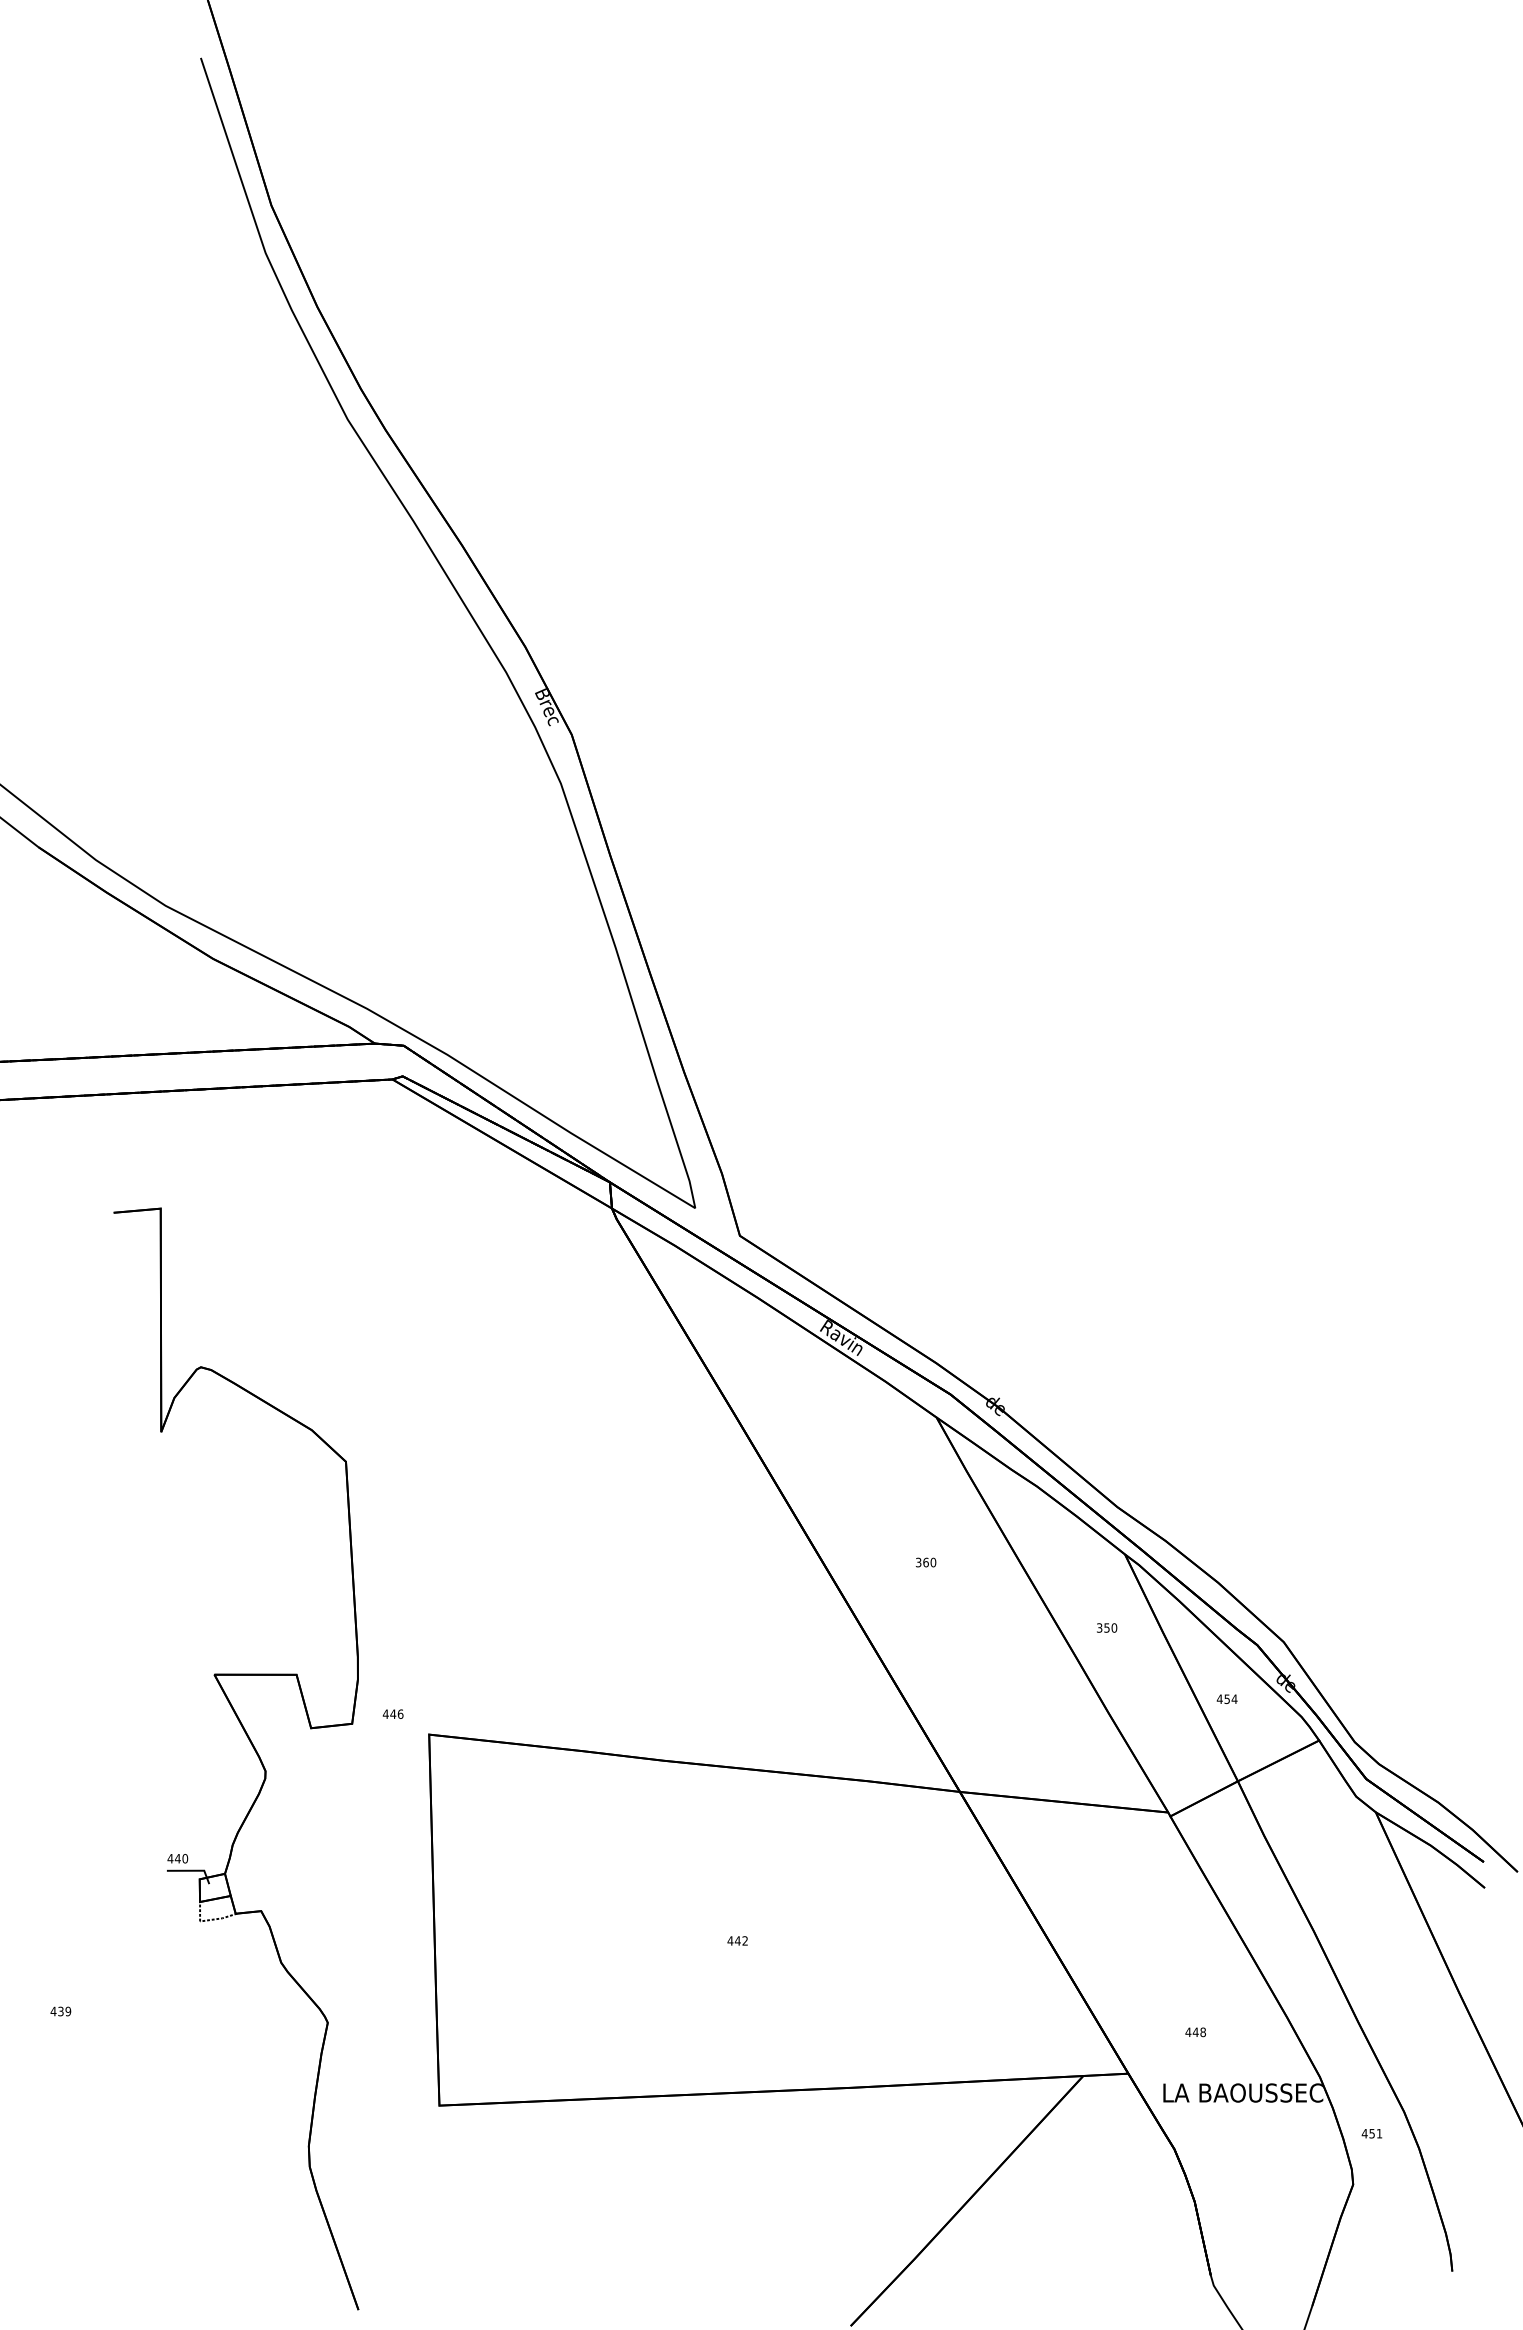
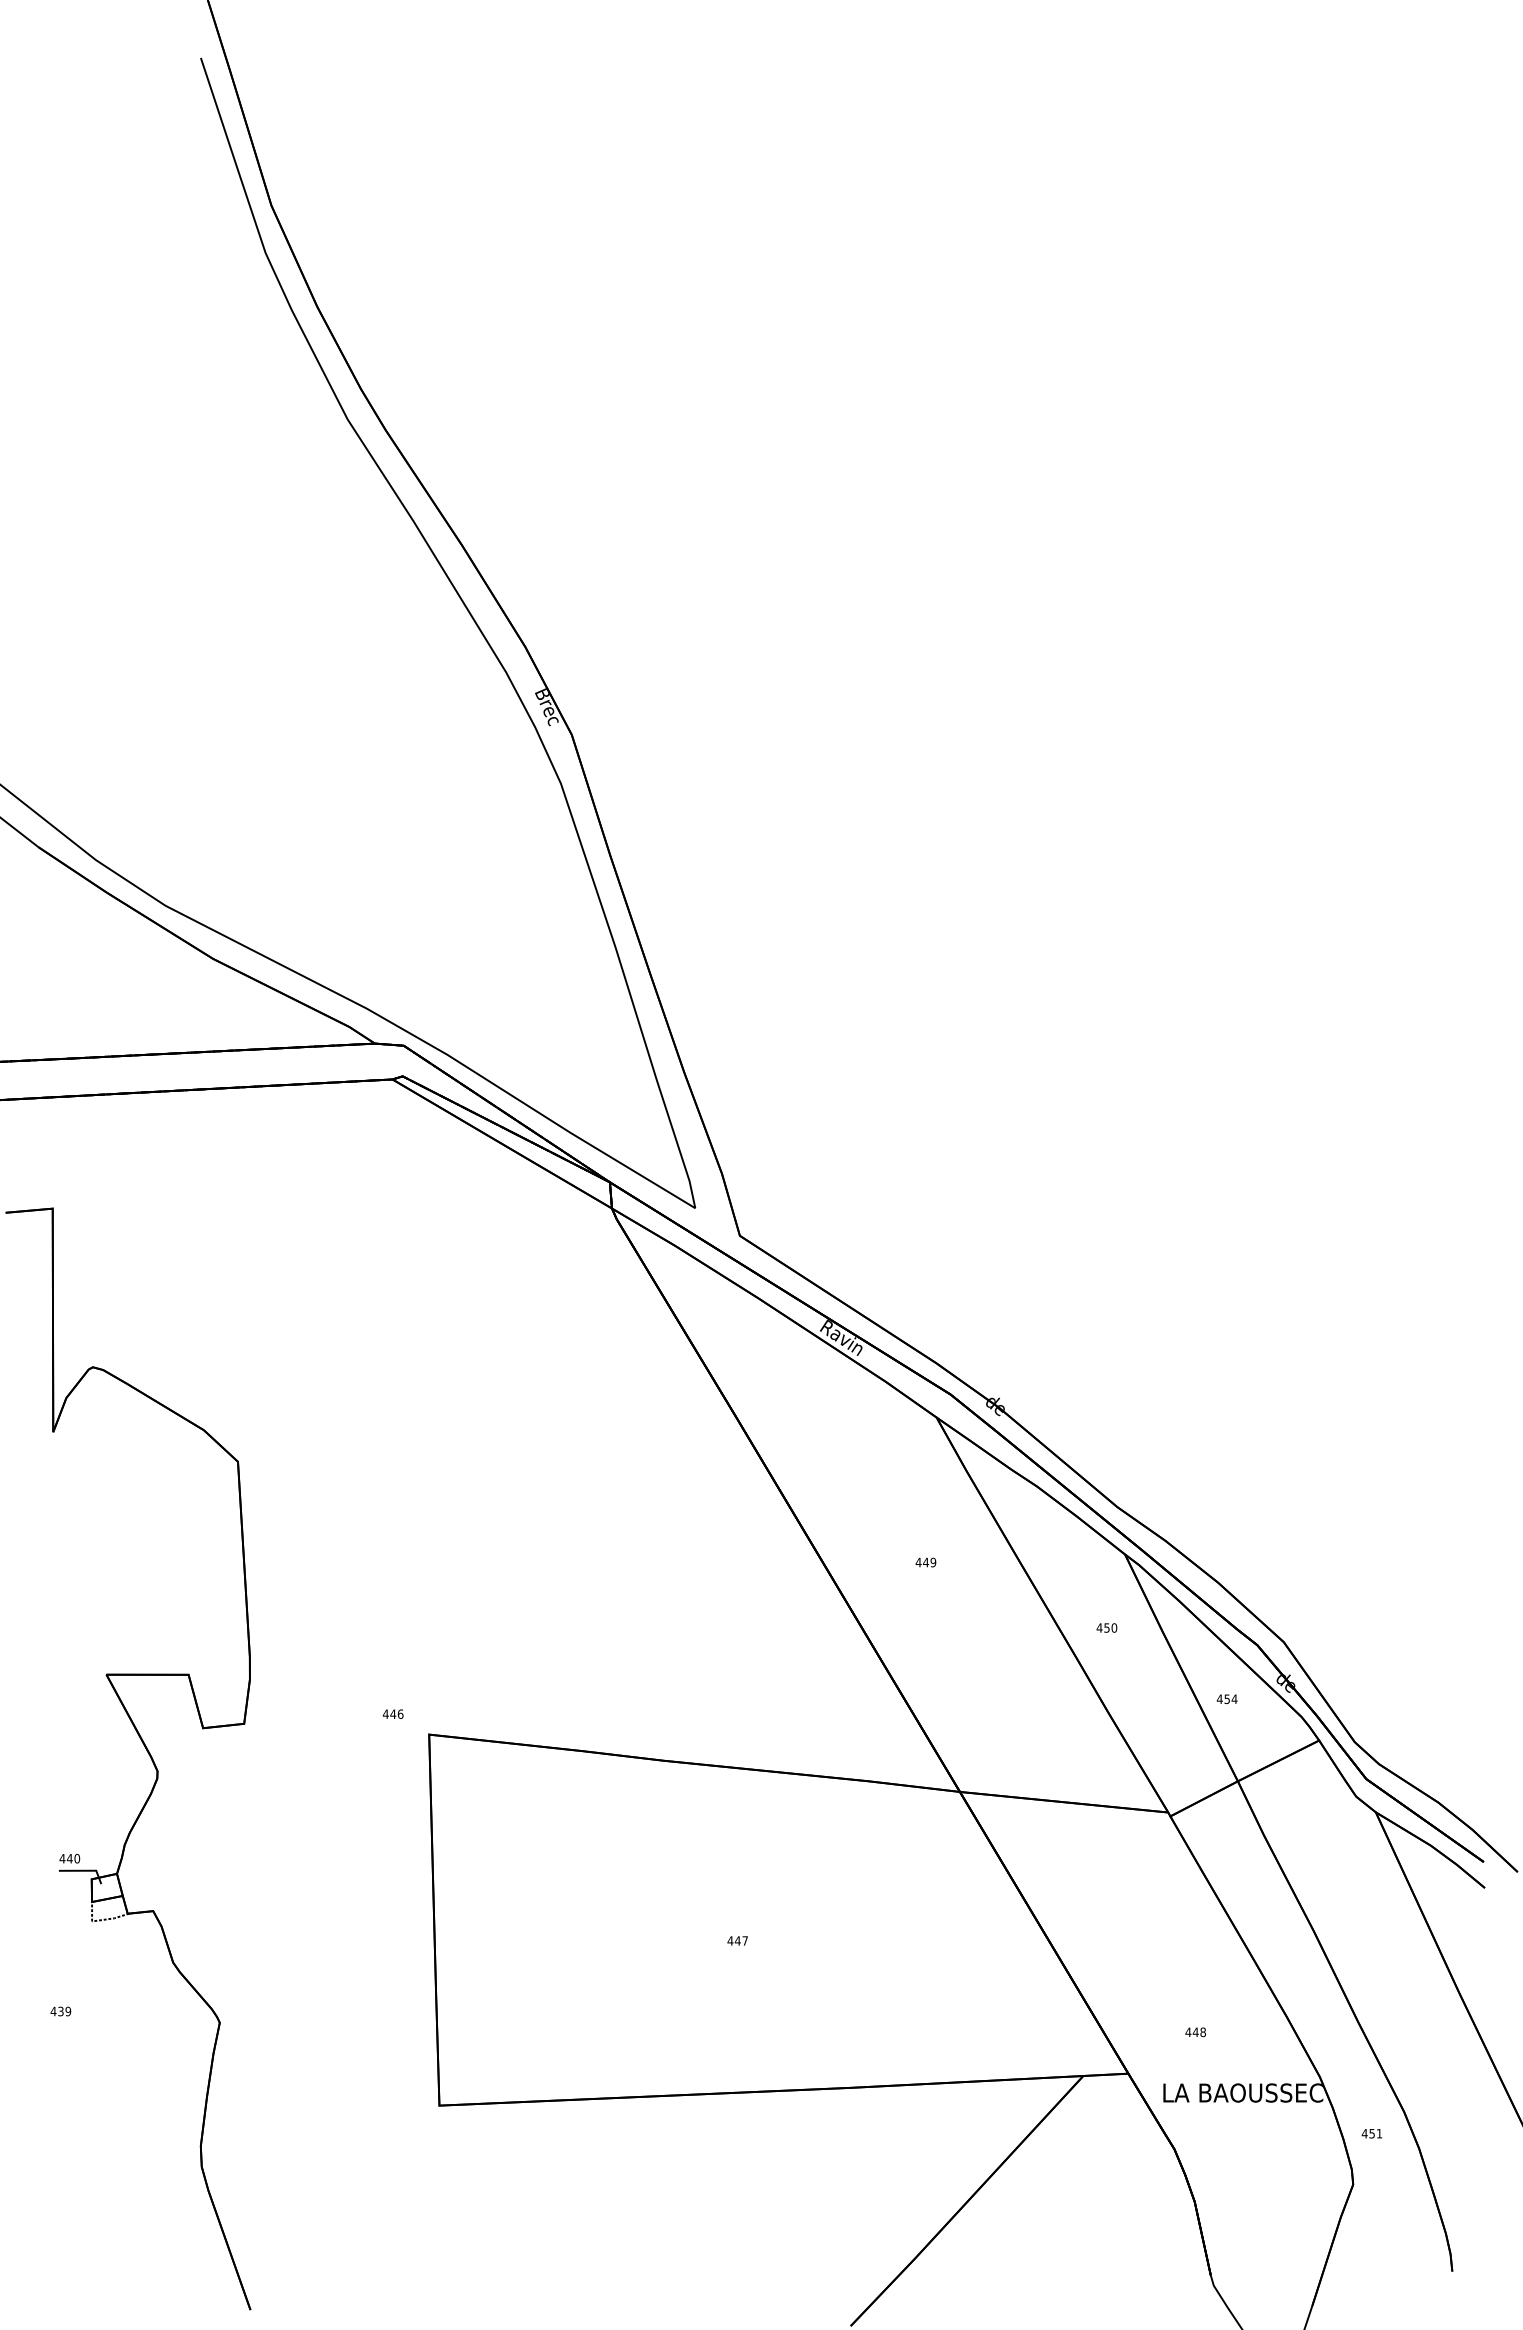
text at (925, 1562): 360 -> 449
text at (1099, 1627): 350 -> 450
part at (253, 1749) position: (253, 1749) -> (145, 1749)
text at (744, 1940): 442 -> 447
